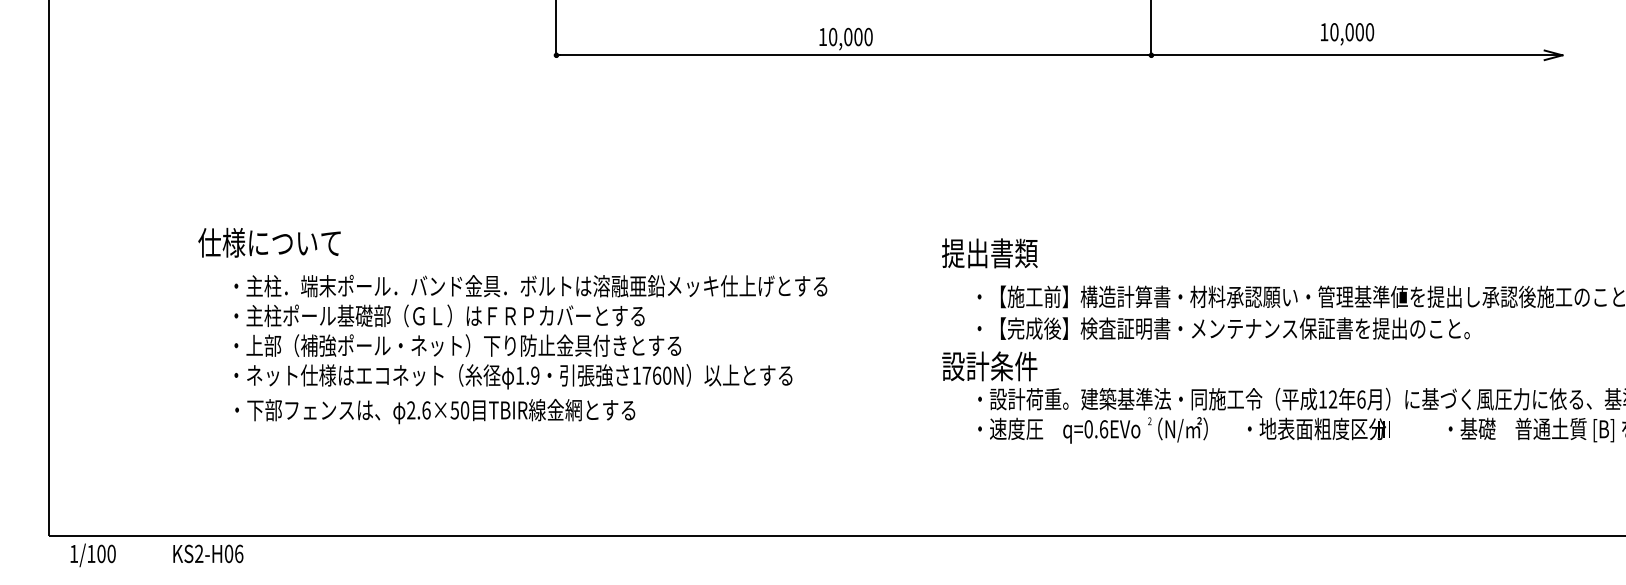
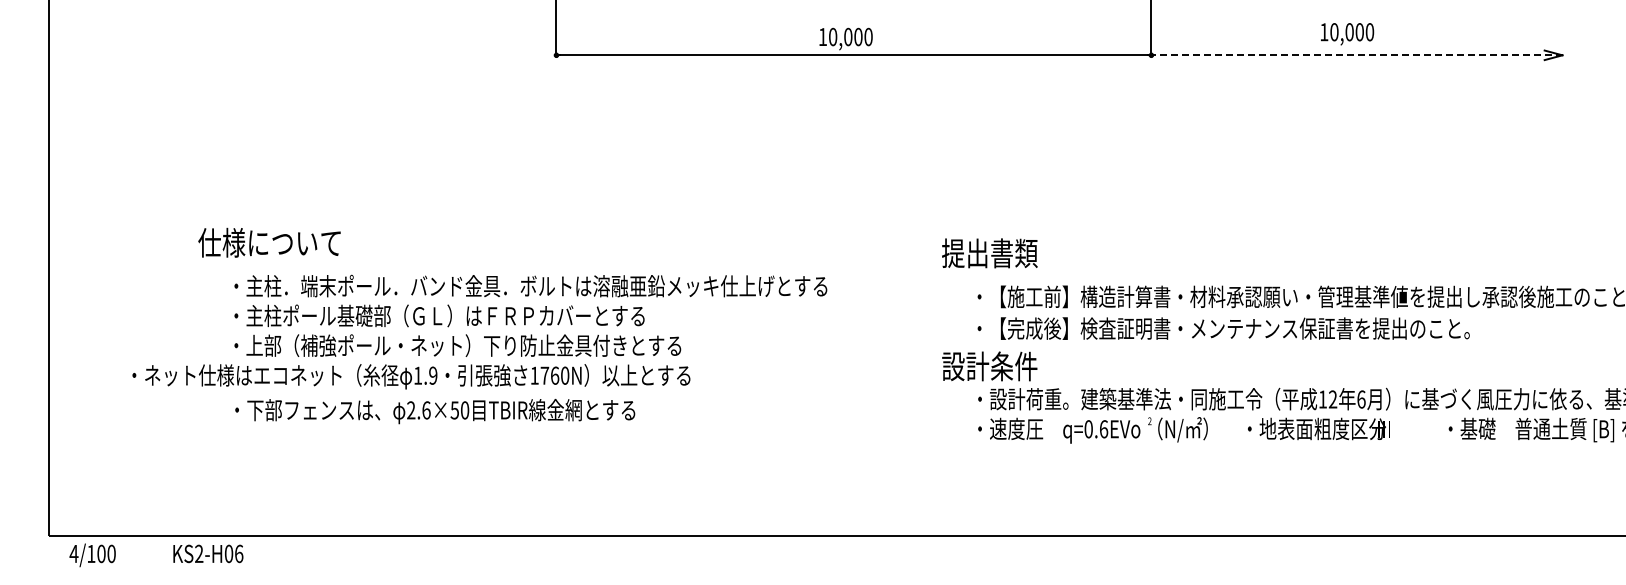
line at (1356, 55): solid -> dashed
text at (513, 376) position: (513, 376) -> (411, 376)
text at (73, 553): 1/100 -> 4/100
